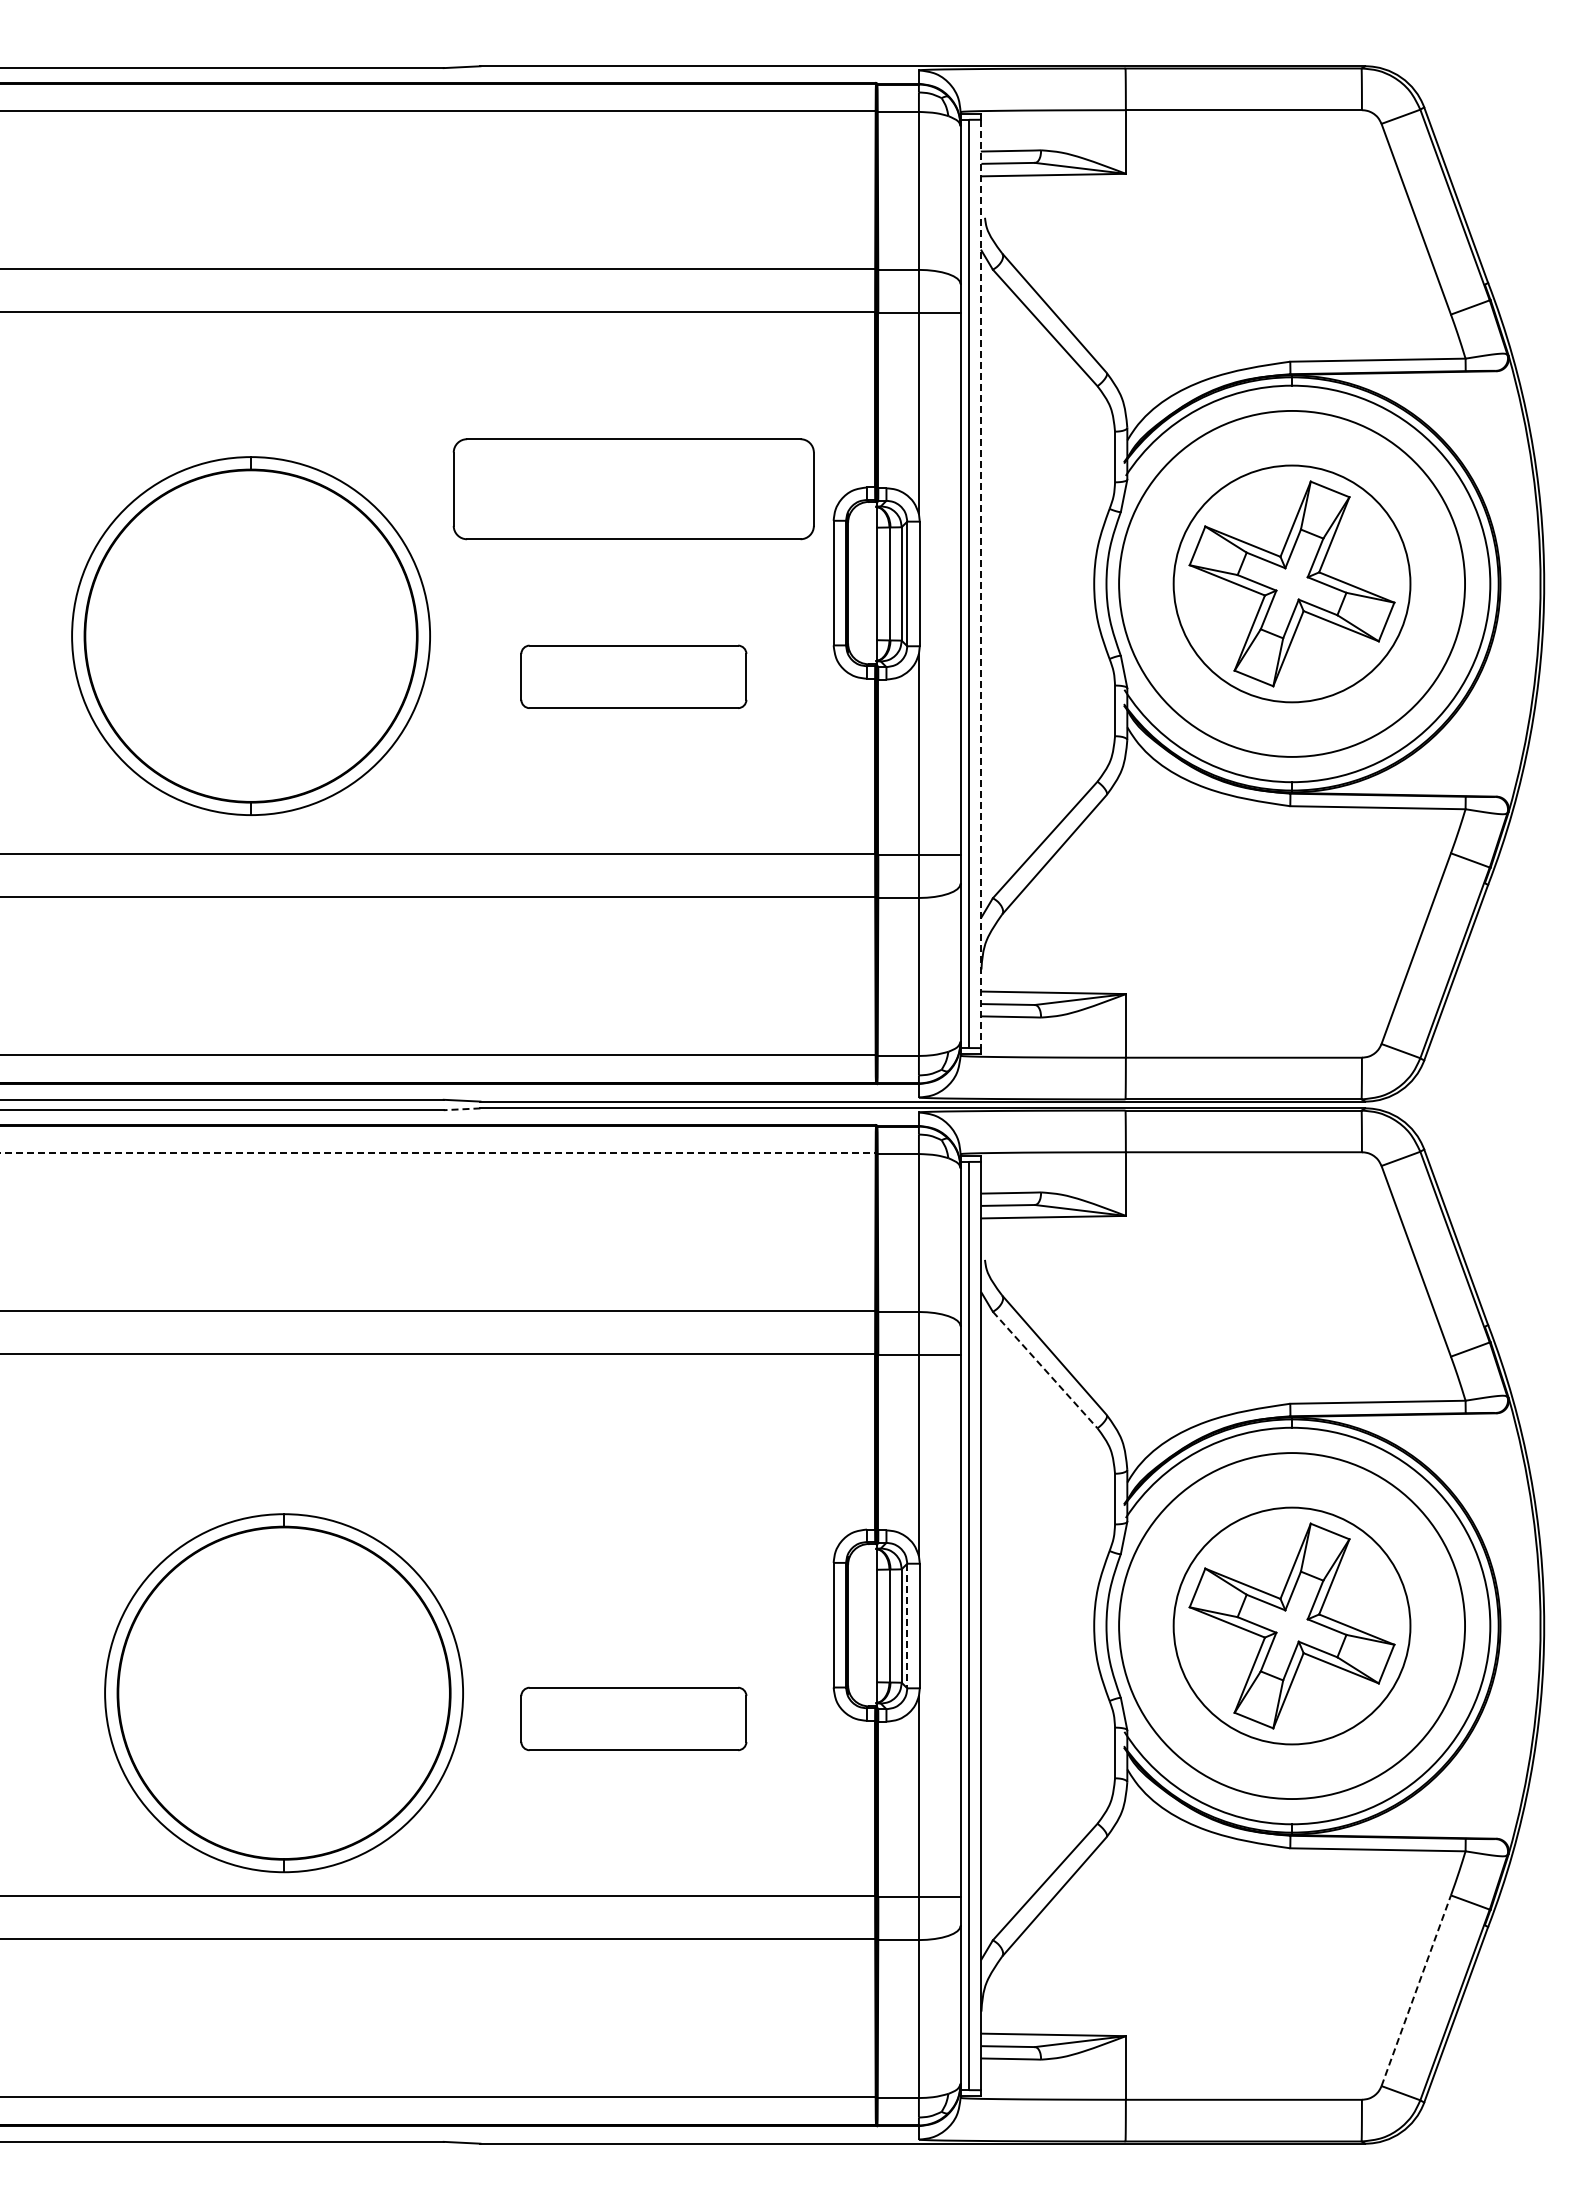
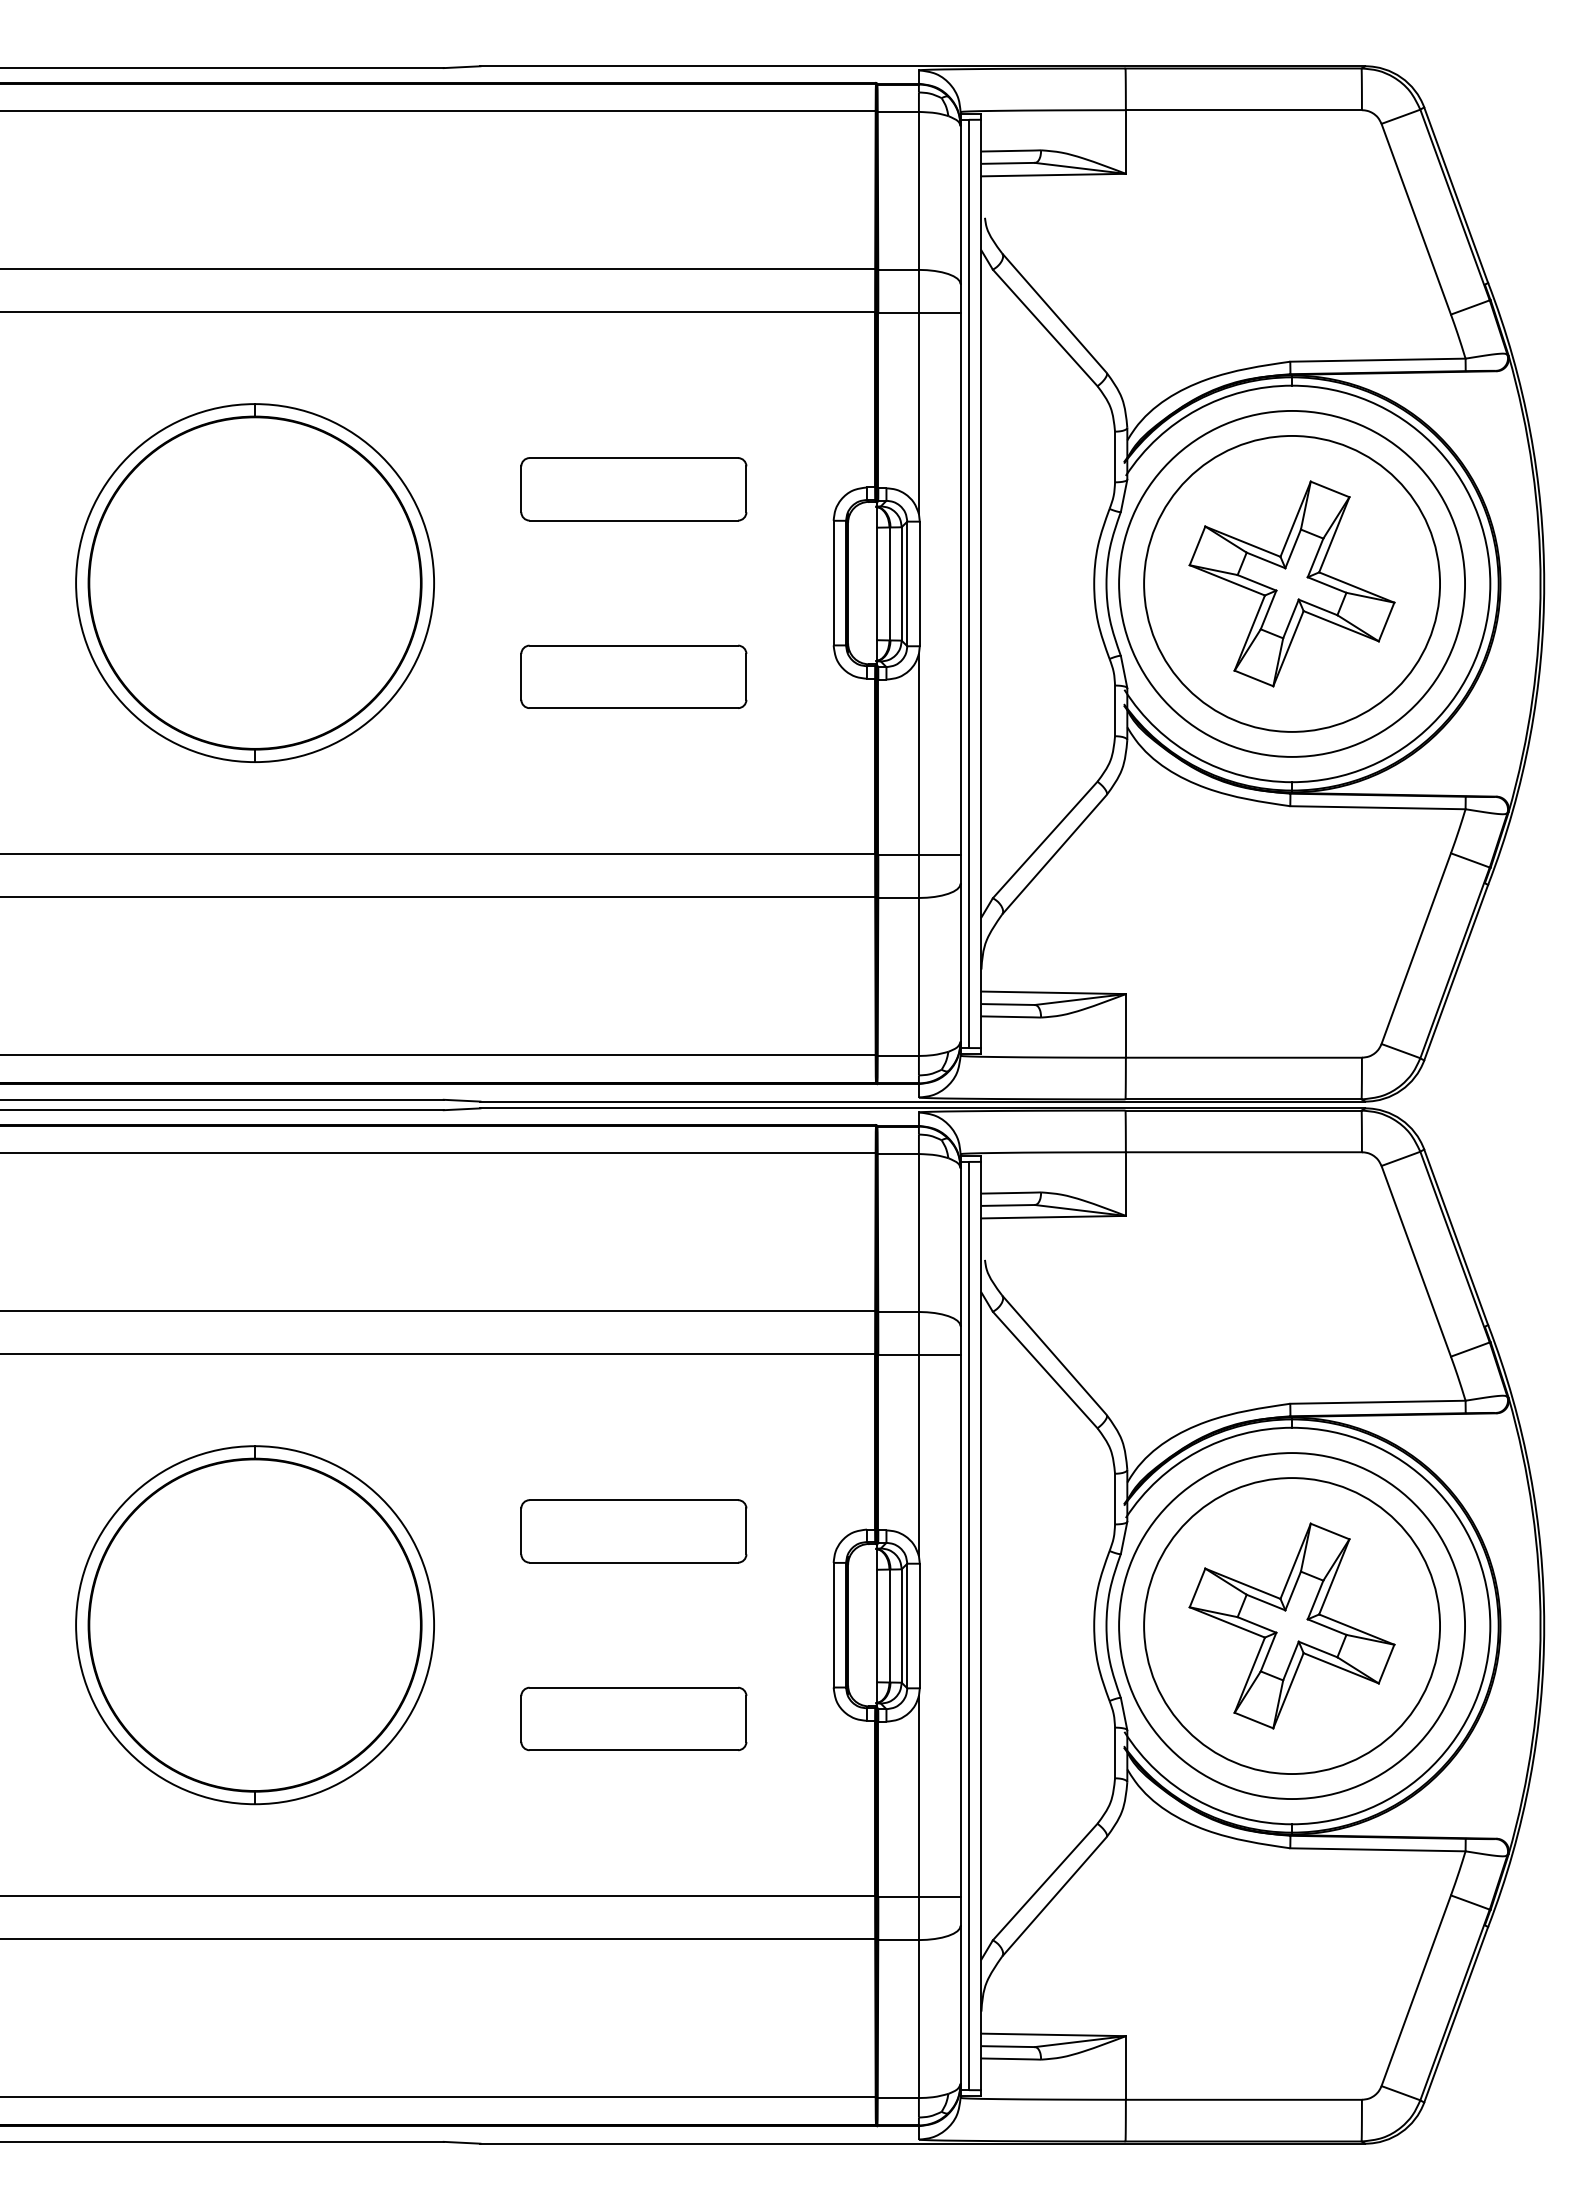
part at (633, 489) size: 363x103 px -> 228x65 px
circle at (1291, 583) diameter: 237 px -> 296 px
line at (981, 584): dashed -> solid
part at (250, 635) position: (250, 635) -> (254, 582)
line at (461, 1109): dashed -> solid
line at (437, 1153): dashed -> solid
line at (1045, 1370): dashed -> solid
part at (633, 1531): none -> present
circle at (1291, 1625) diameter: 237 px -> 296 px
line at (907, 1626): dashed -> solid
part at (283, 1693) position: (283, 1693) -> (254, 1625)
line at (1416, 1990): dashed -> solid
